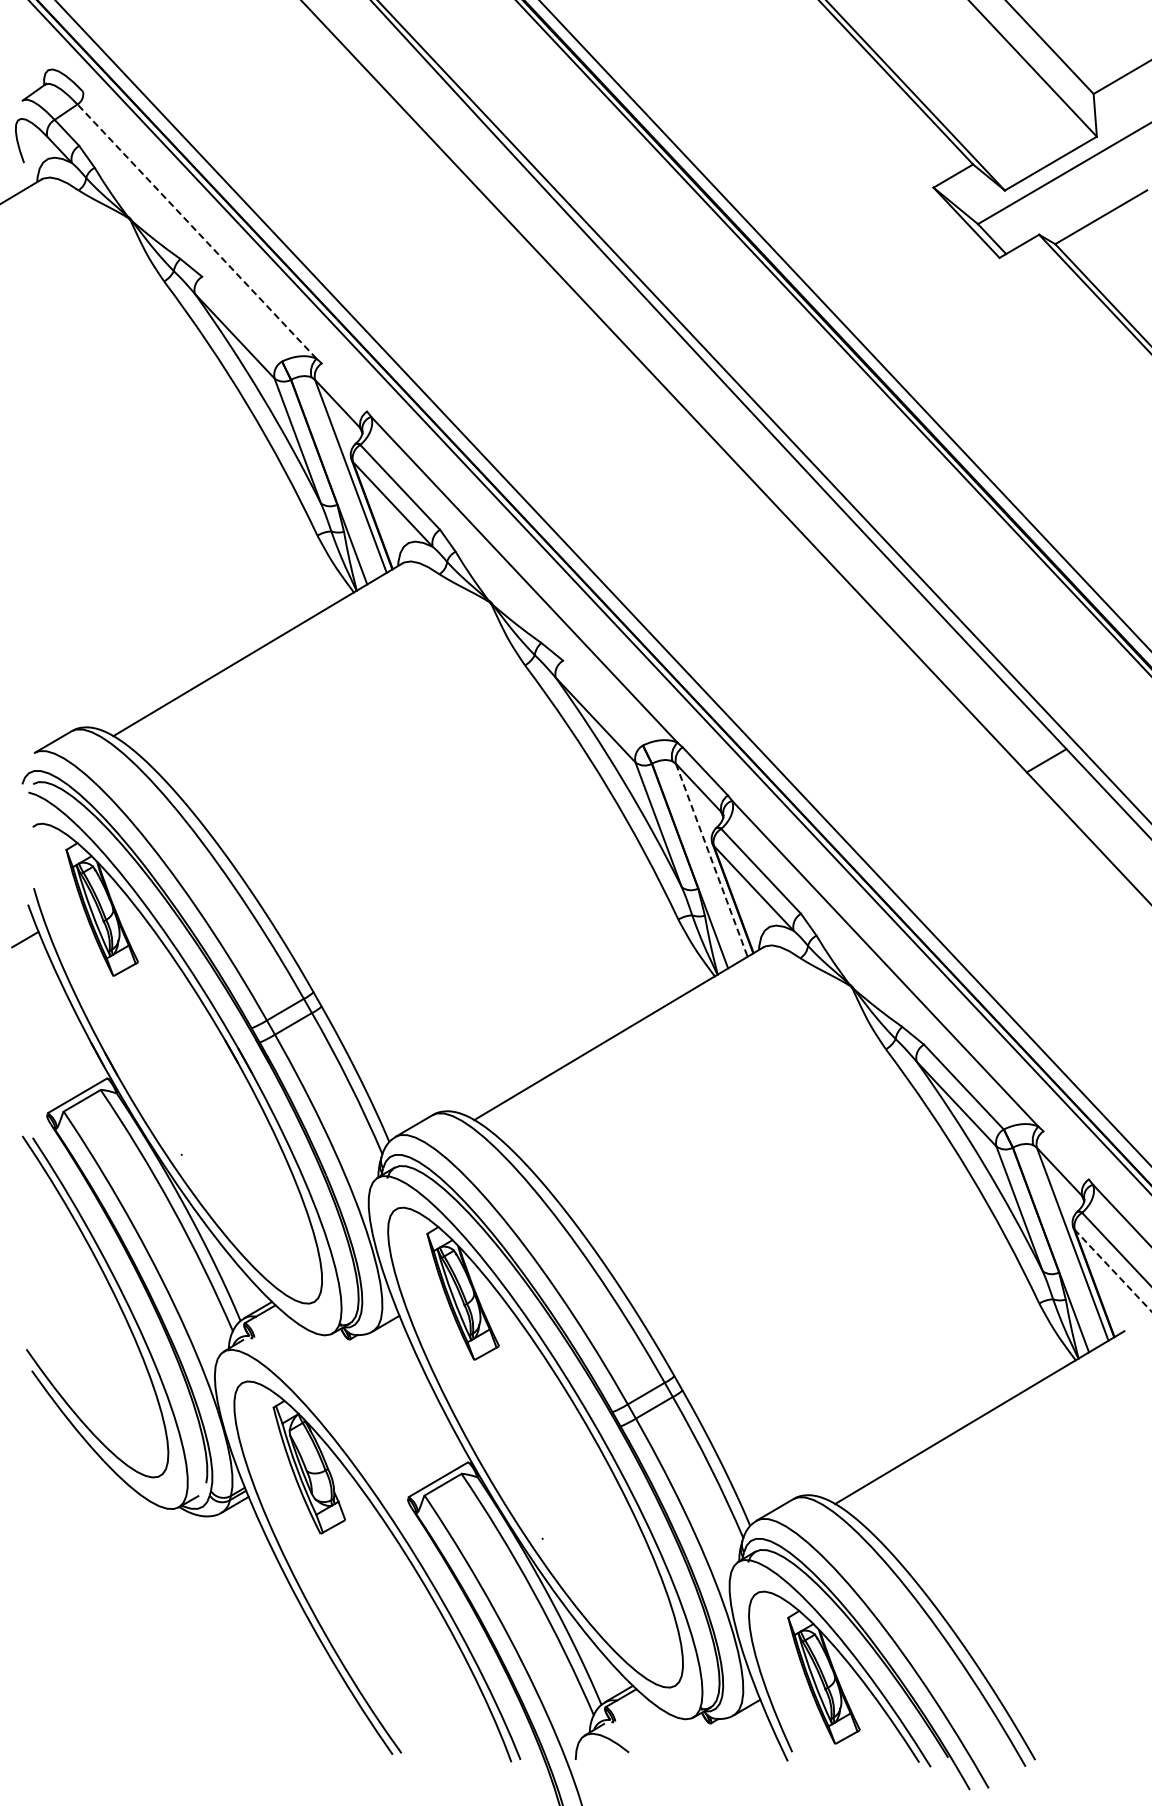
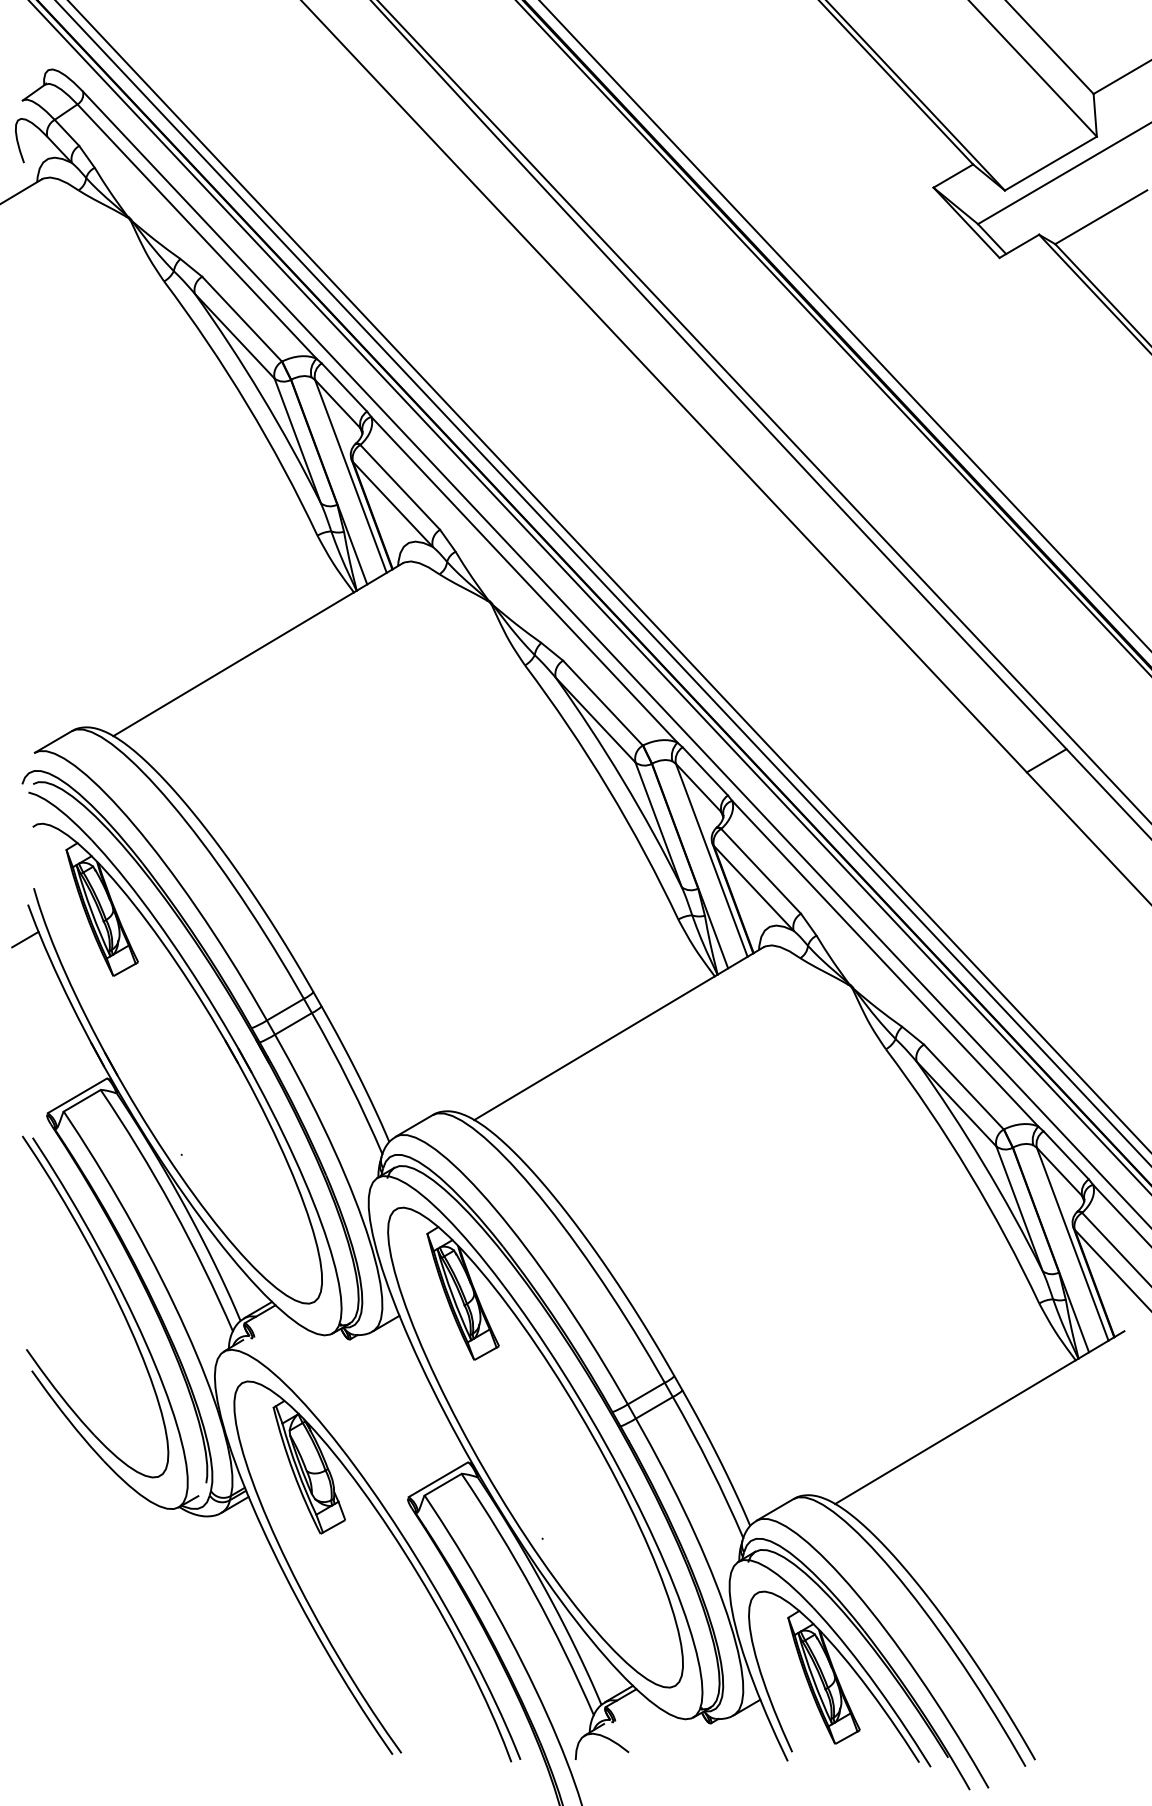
line at (197, 231): dashed -> solid
line at (242, 318): none -> present
line at (344, 387): none -> present
line at (608, 576): none -> present
line at (615, 658): none -> present
line at (602, 702): none -> present
line at (711, 860): dashed -> solid
line at (1065, 1155): none -> present
line at (1112, 1270): dashed -> solid
